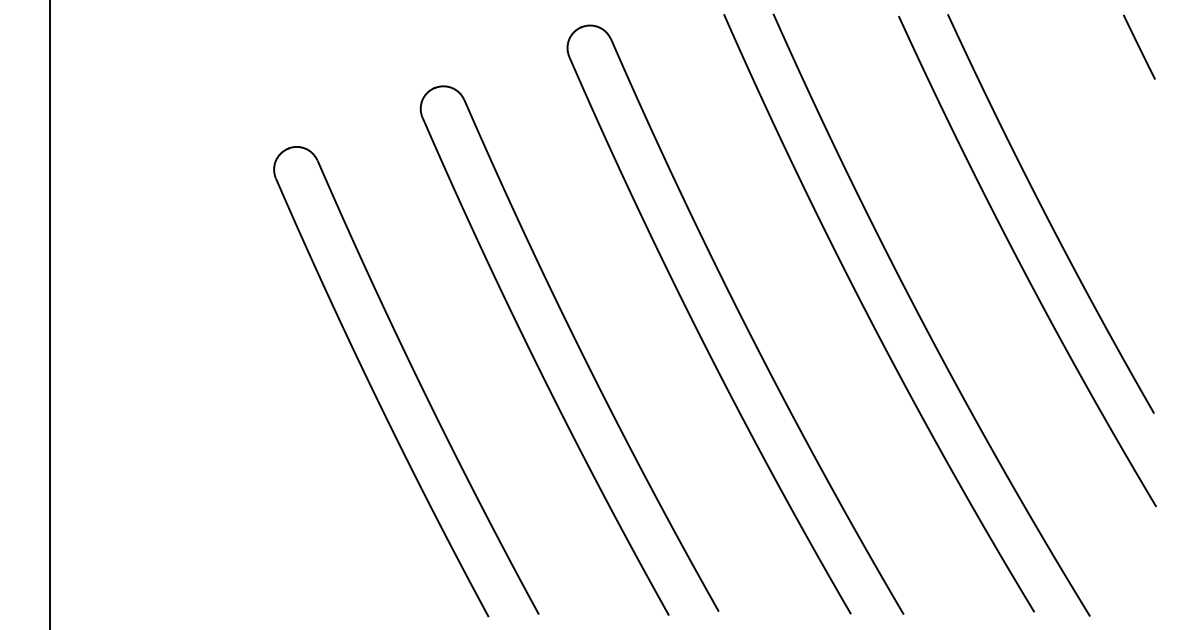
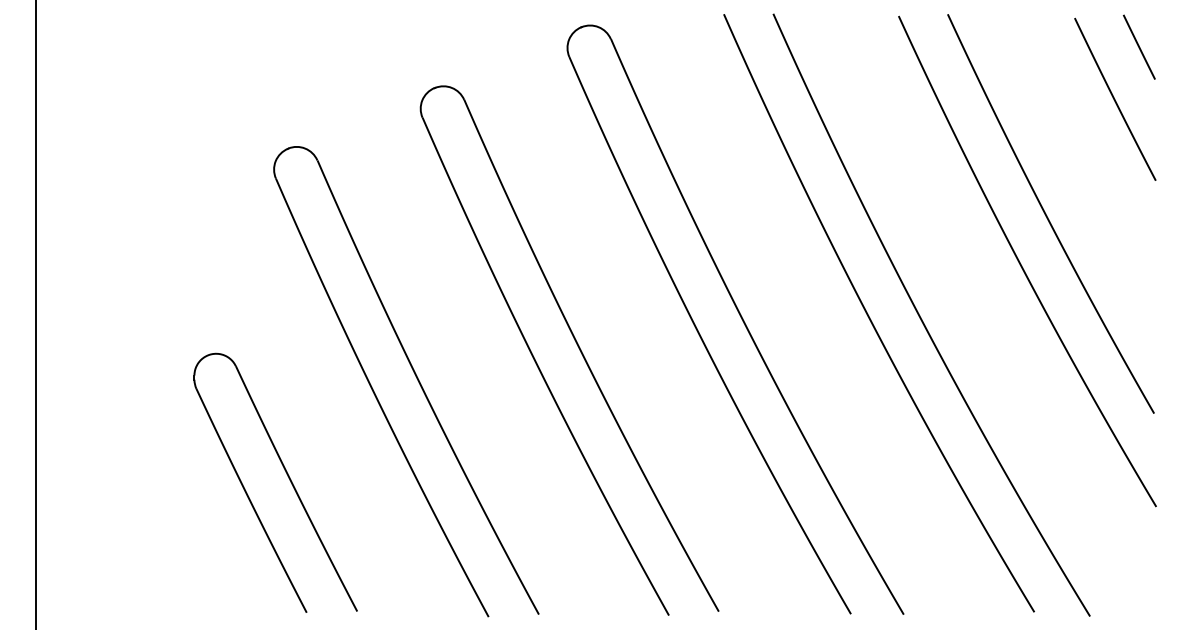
line at (1114, 98): none -> present
line at (49, 314) position: (49, 314) -> (35, 314)
part at (287, 476): none -> present
